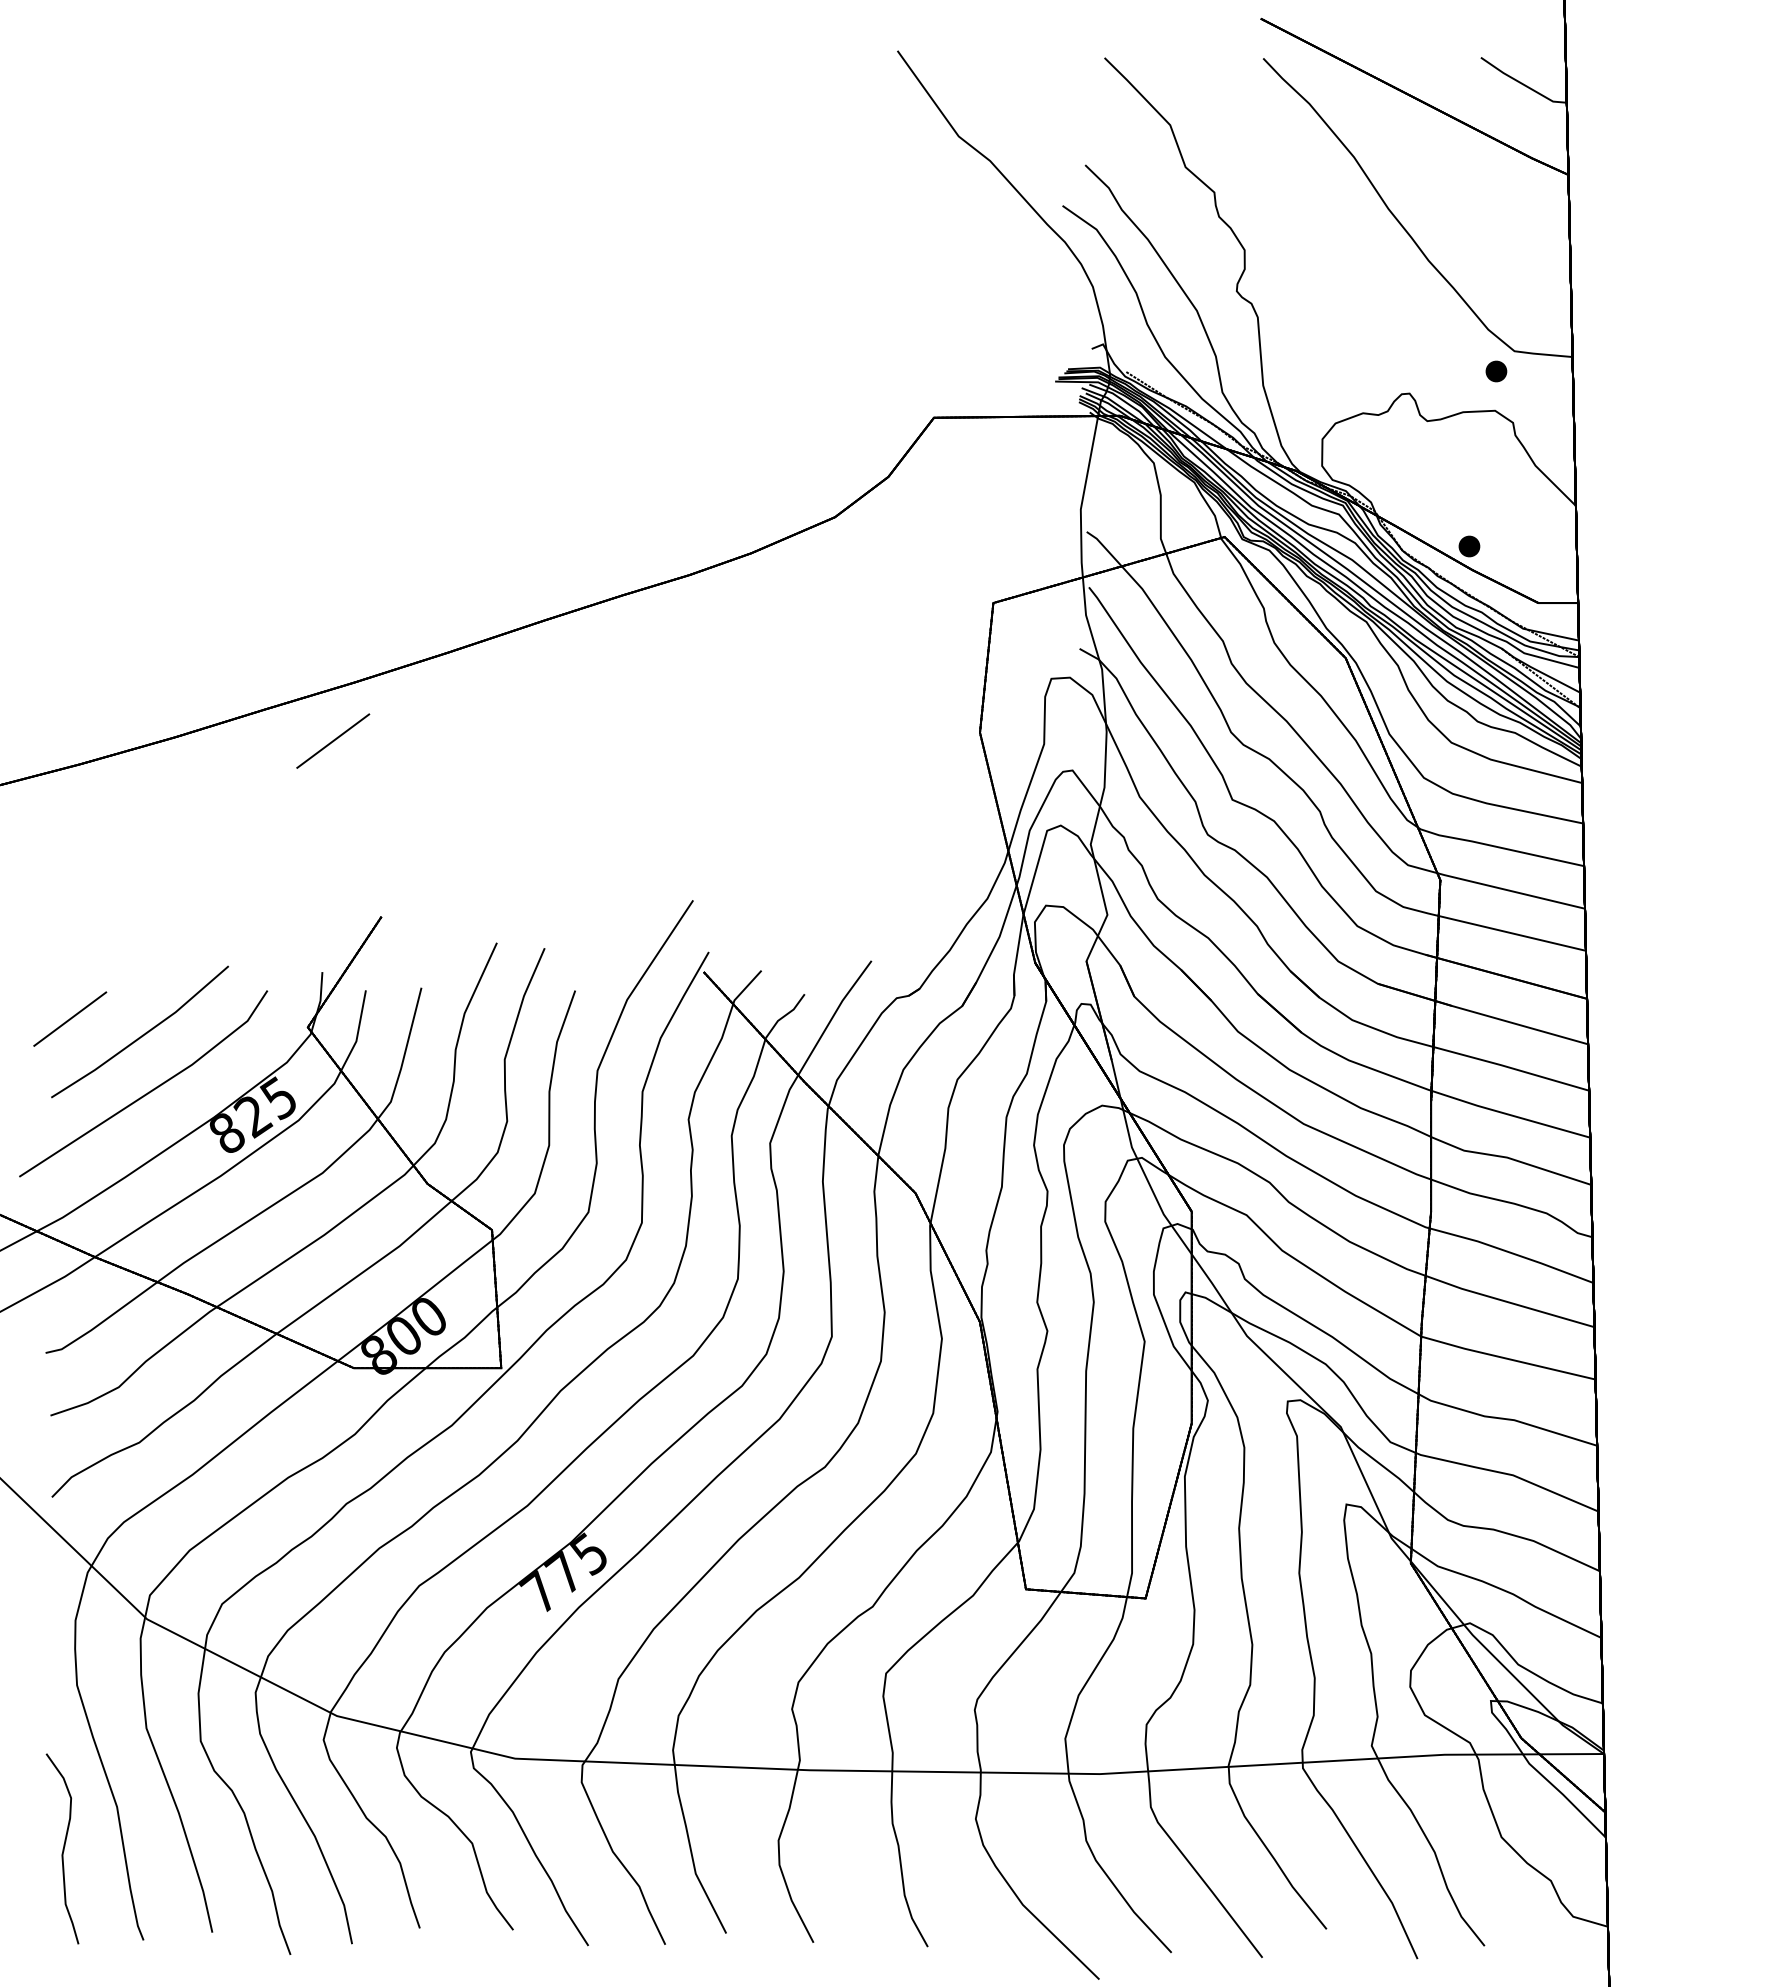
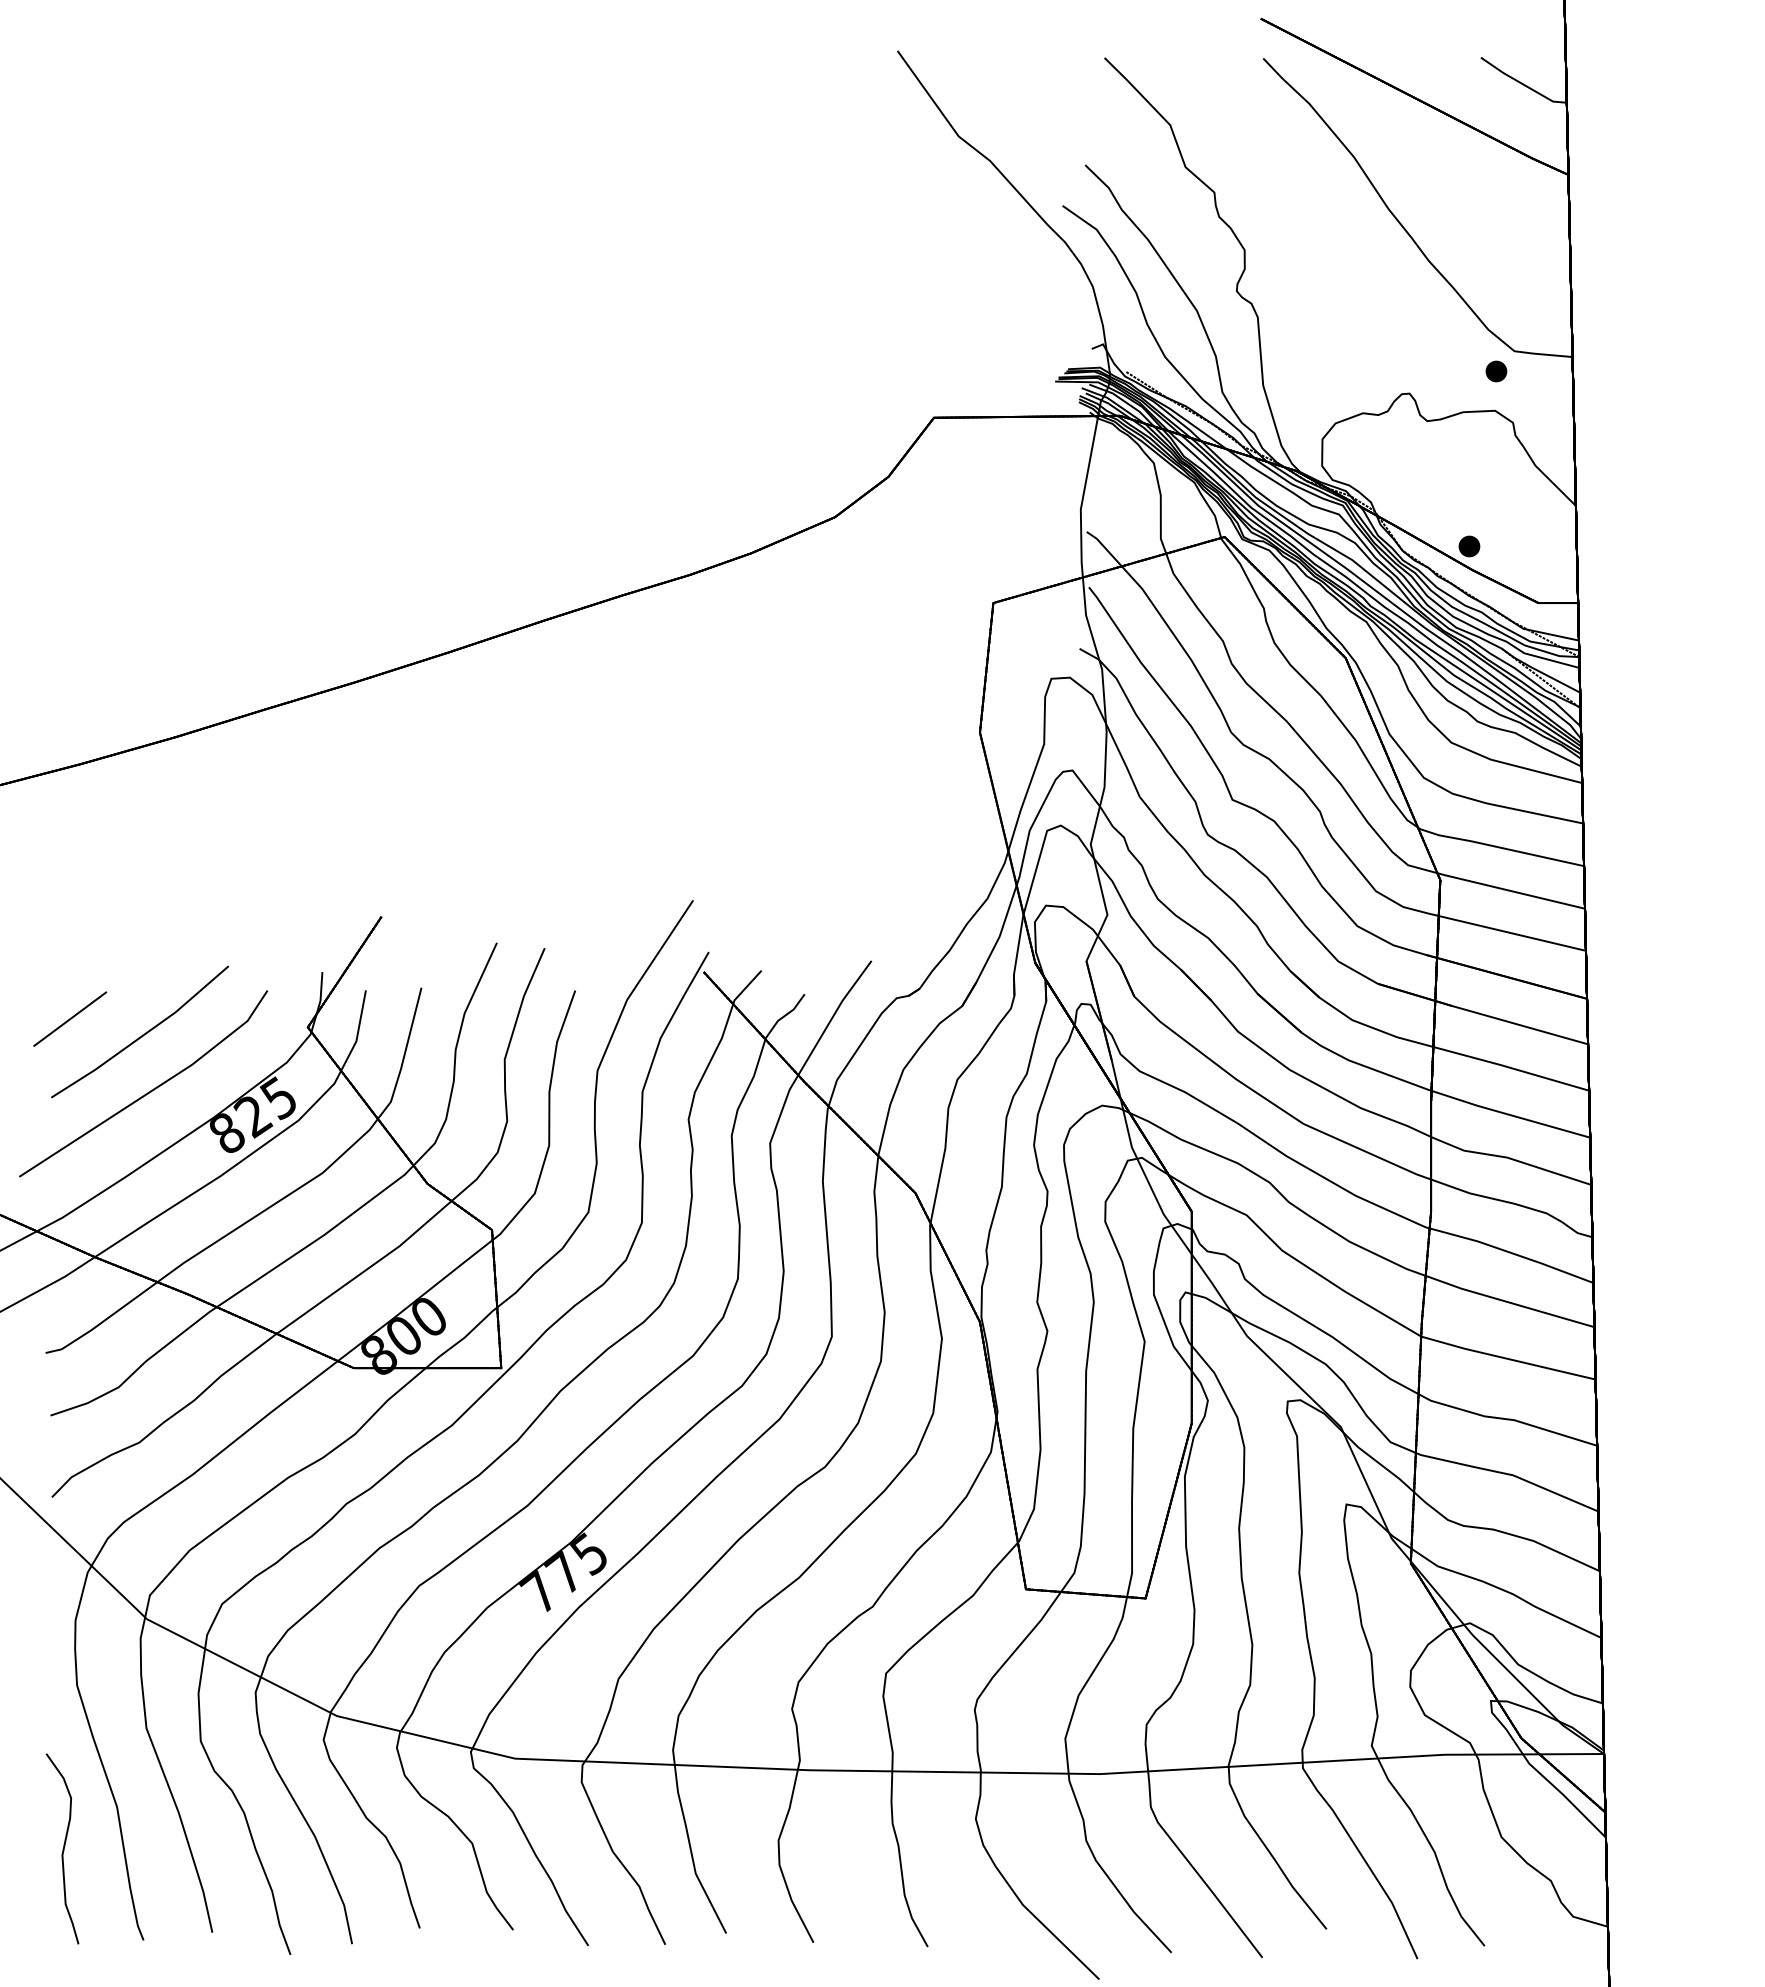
line at (333, 740): present -> none
